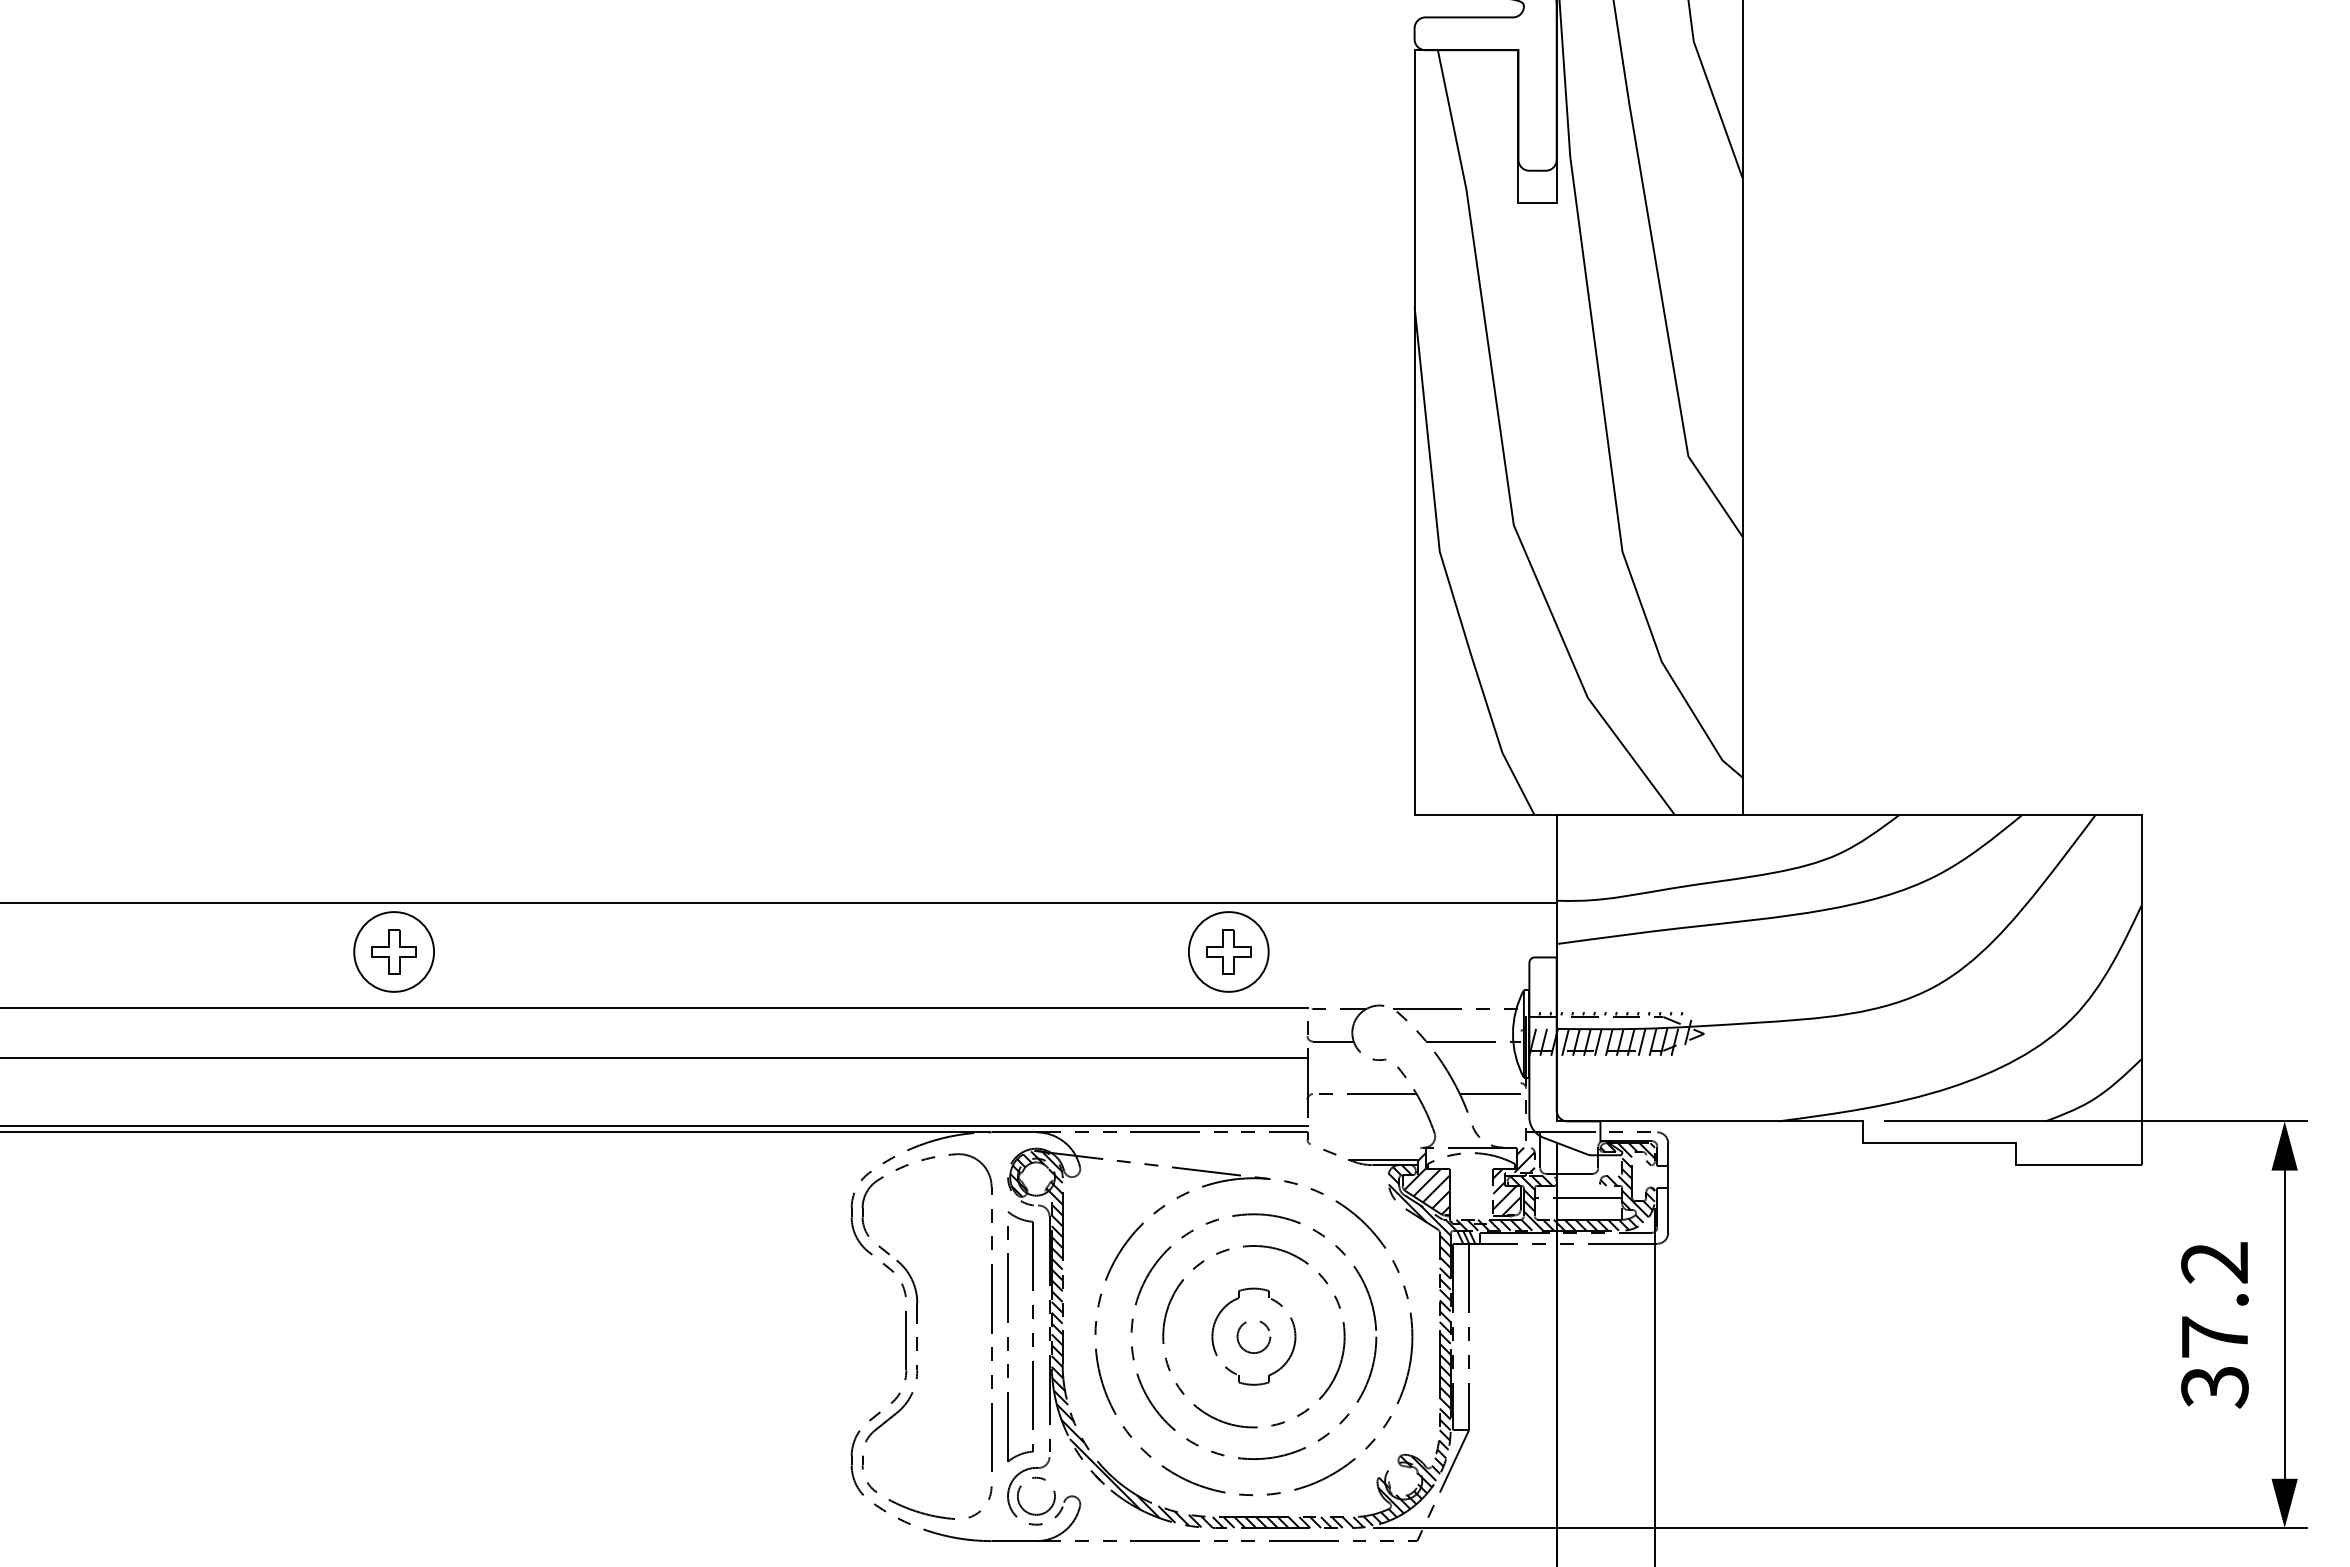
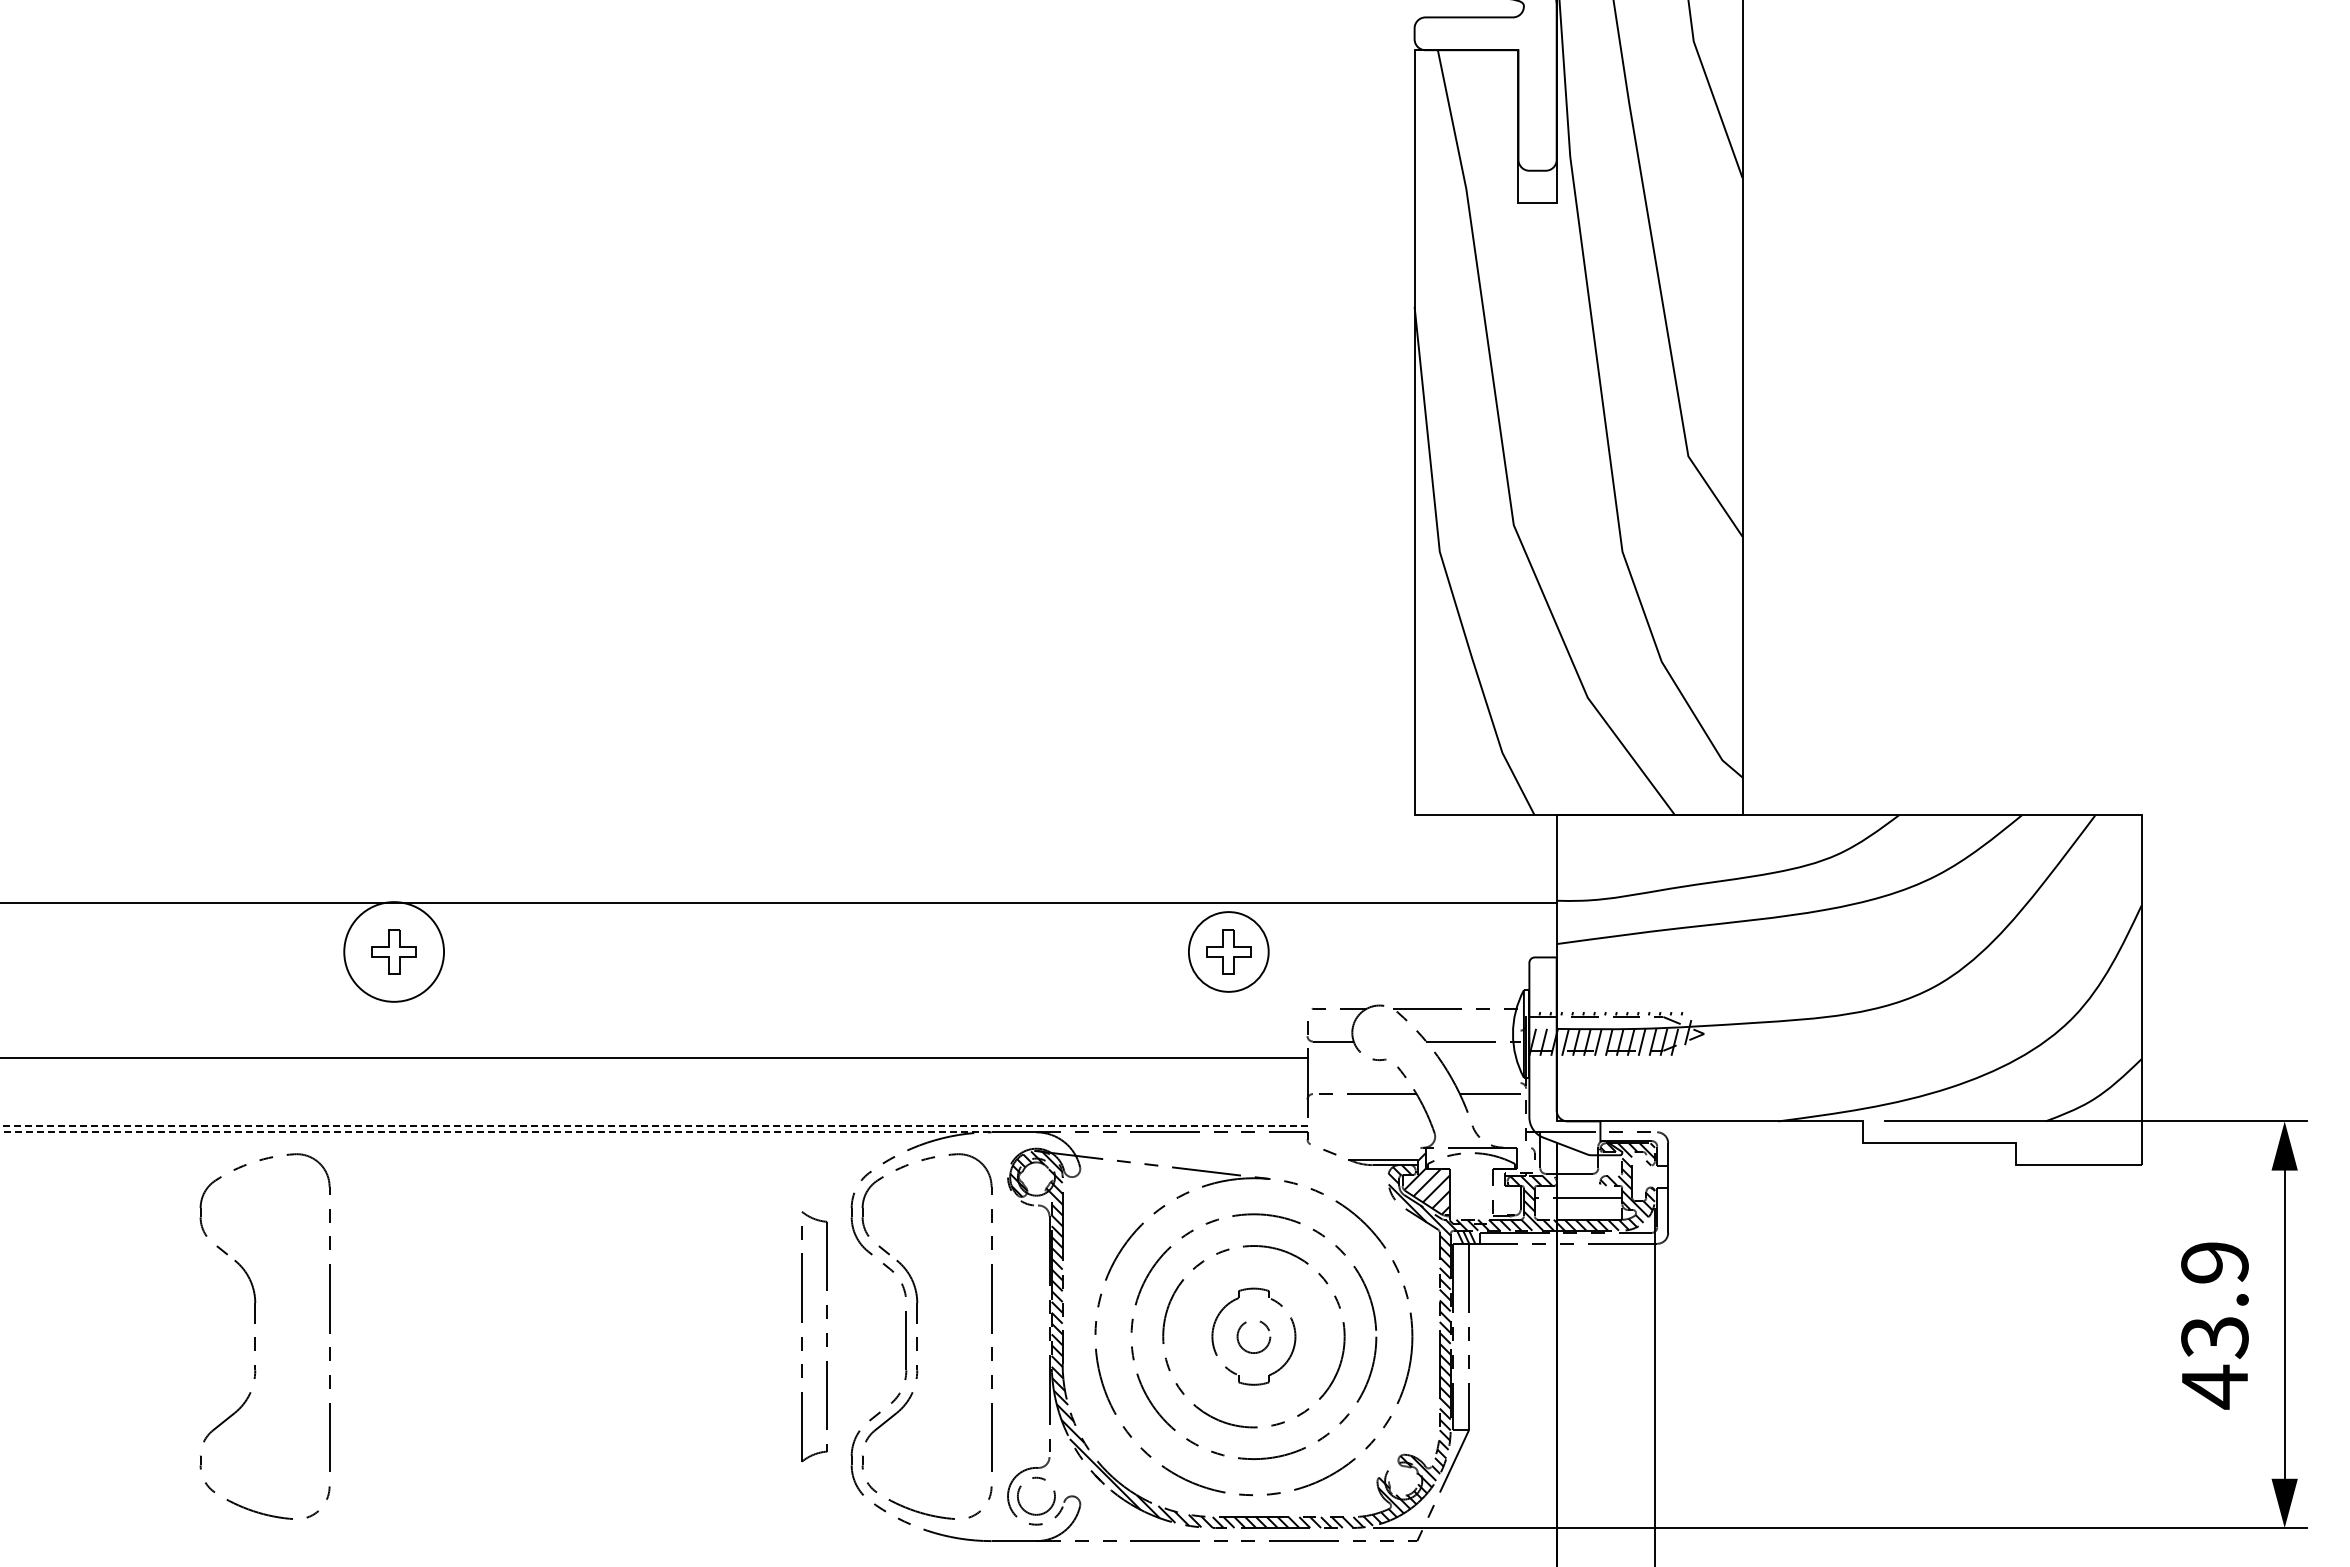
circle at (394, 951) diameter: 80 px -> 100 px
line at (654, 1008): present -> none
line at (653, 1125): solid -> dashed
line at (495, 1132): solid -> dashed
hatch at (1513, 1181): present -> none
text at (2214, 1325): 37.2 -> 43.9
part at (1032, 1336) position: (1032, 1336) -> (826, 1336)
part at (255, 1337): none -> present
